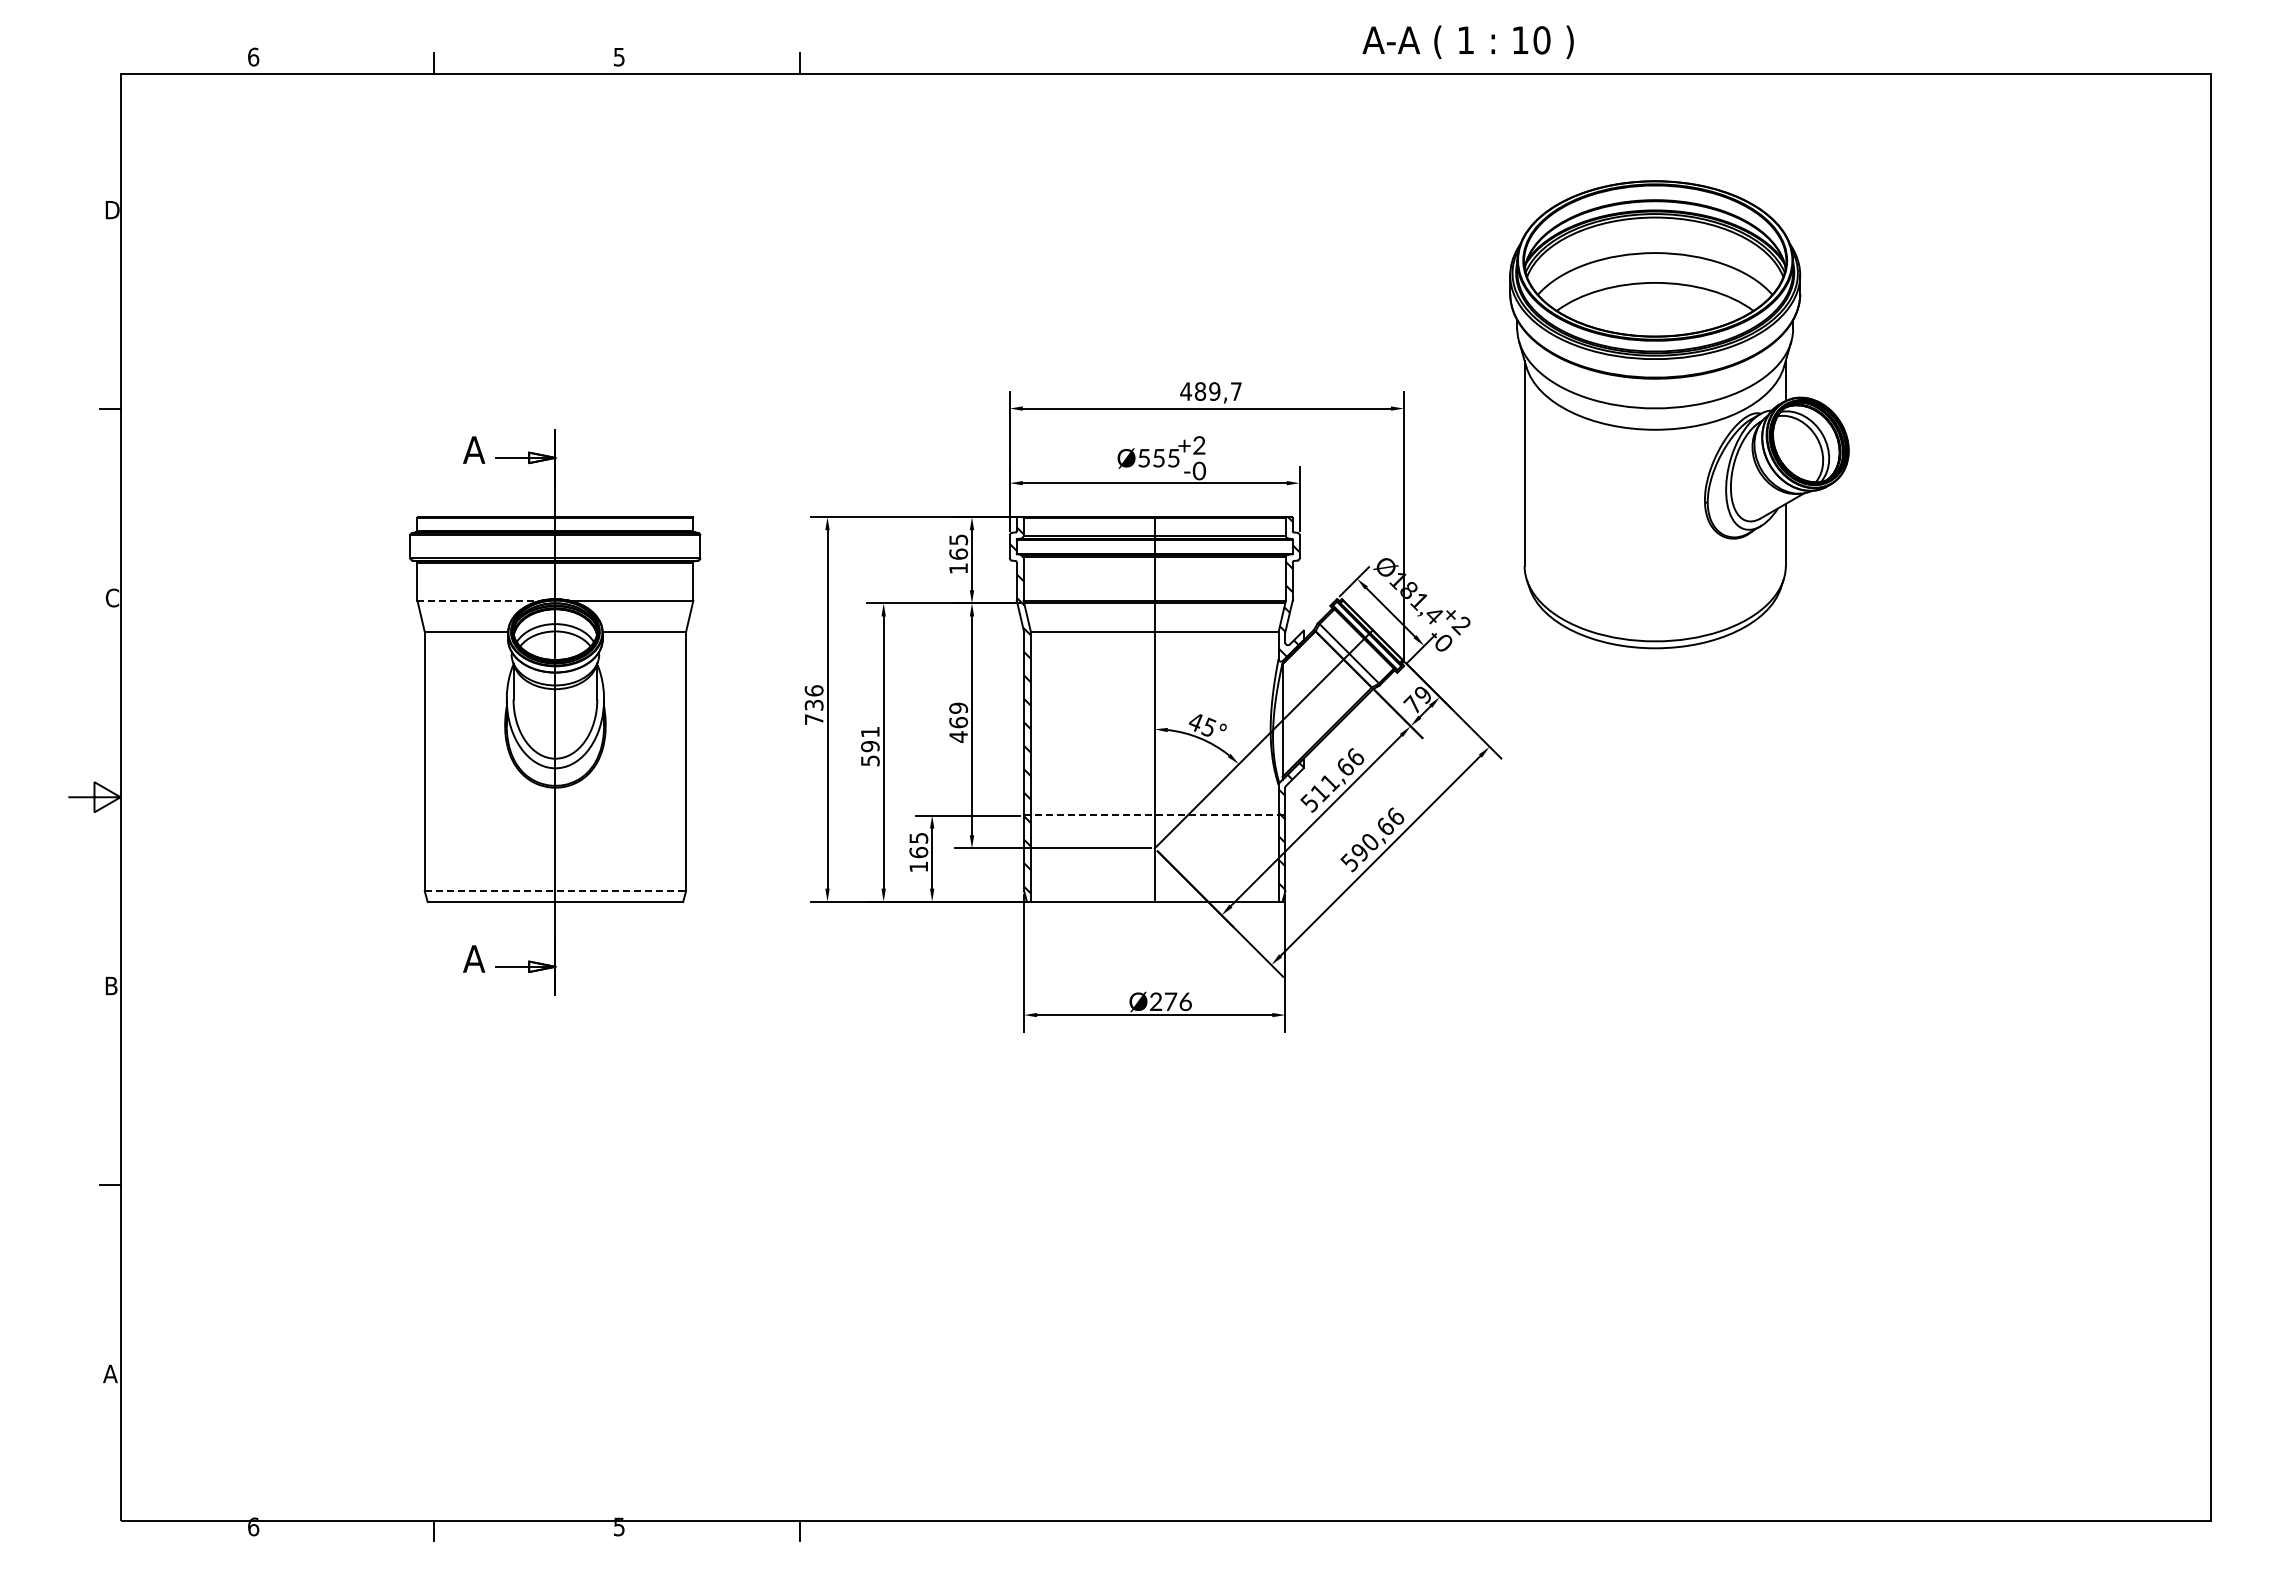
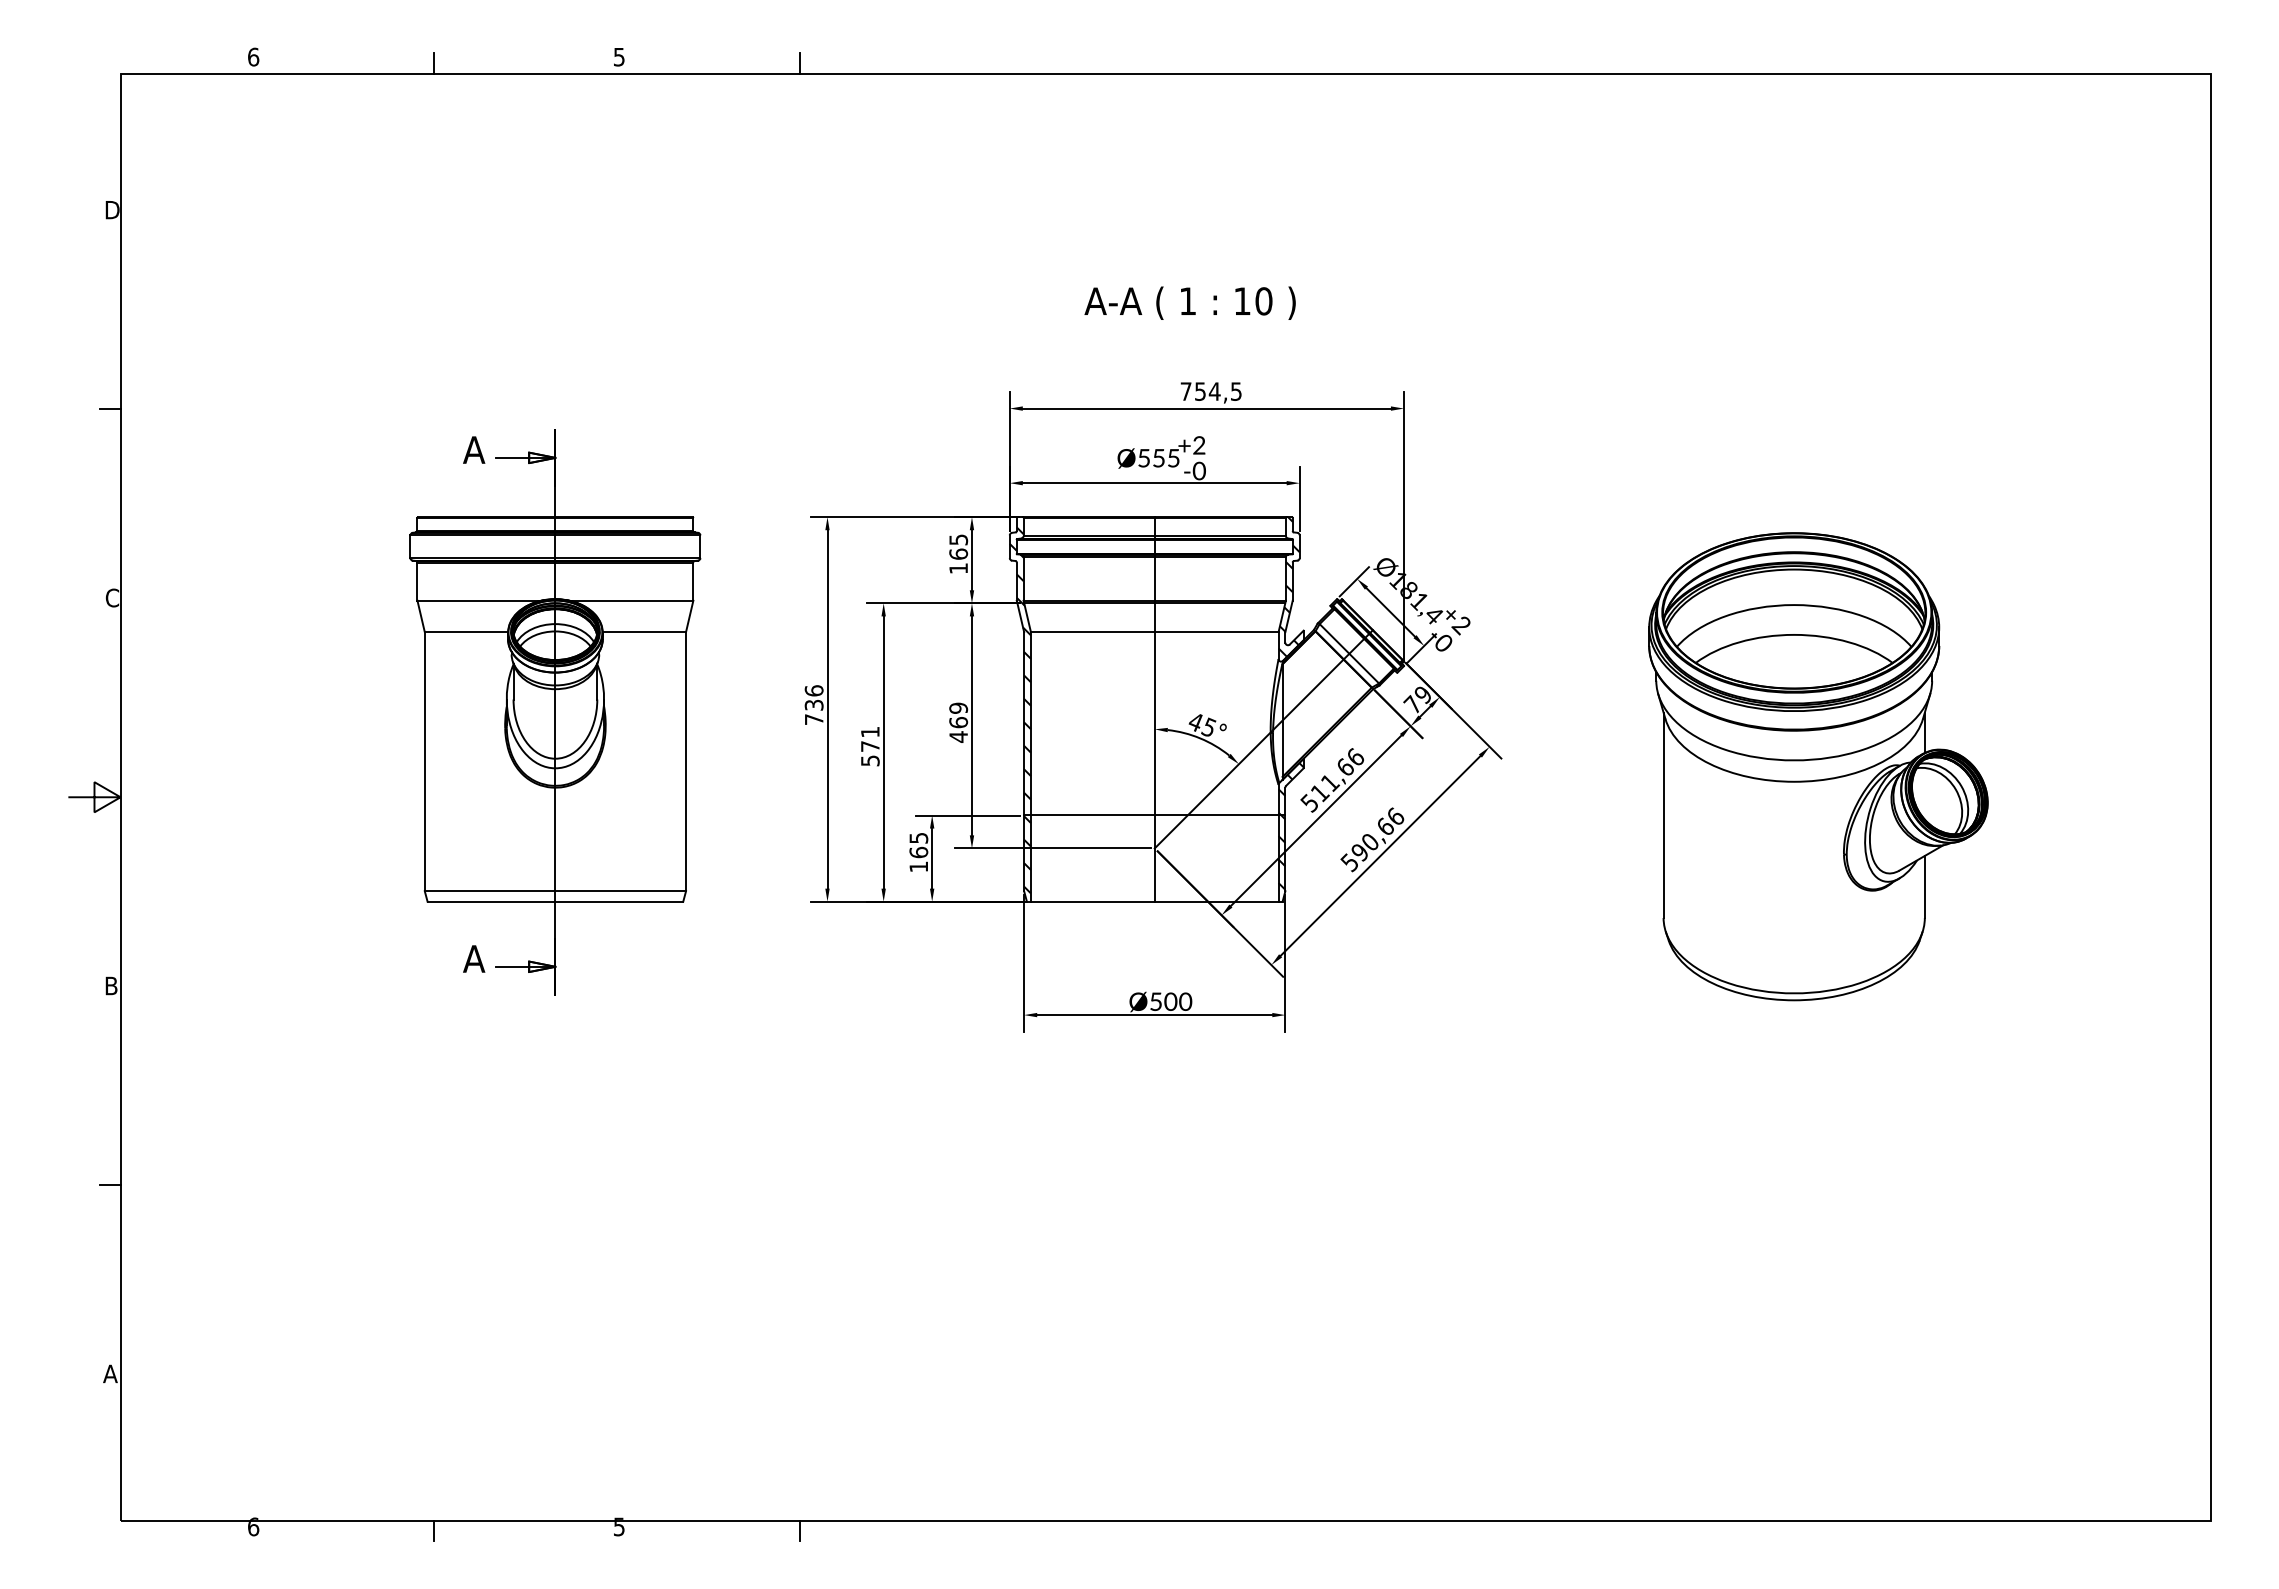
text at (1467, 41) position: (1467, 41) -> (1189, 302)
text at (1210, 391): 489,7 -> 754,5
part at (1679, 414) position: (1679, 414) -> (1818, 766)
line at (479, 600): dashed -> solid
text at (870, 746): 591 -> 571
line at (1154, 815): dashed -> solid
line at (555, 891): dashed -> solid
text at (1171, 1001): Ø276 -> Ø500
